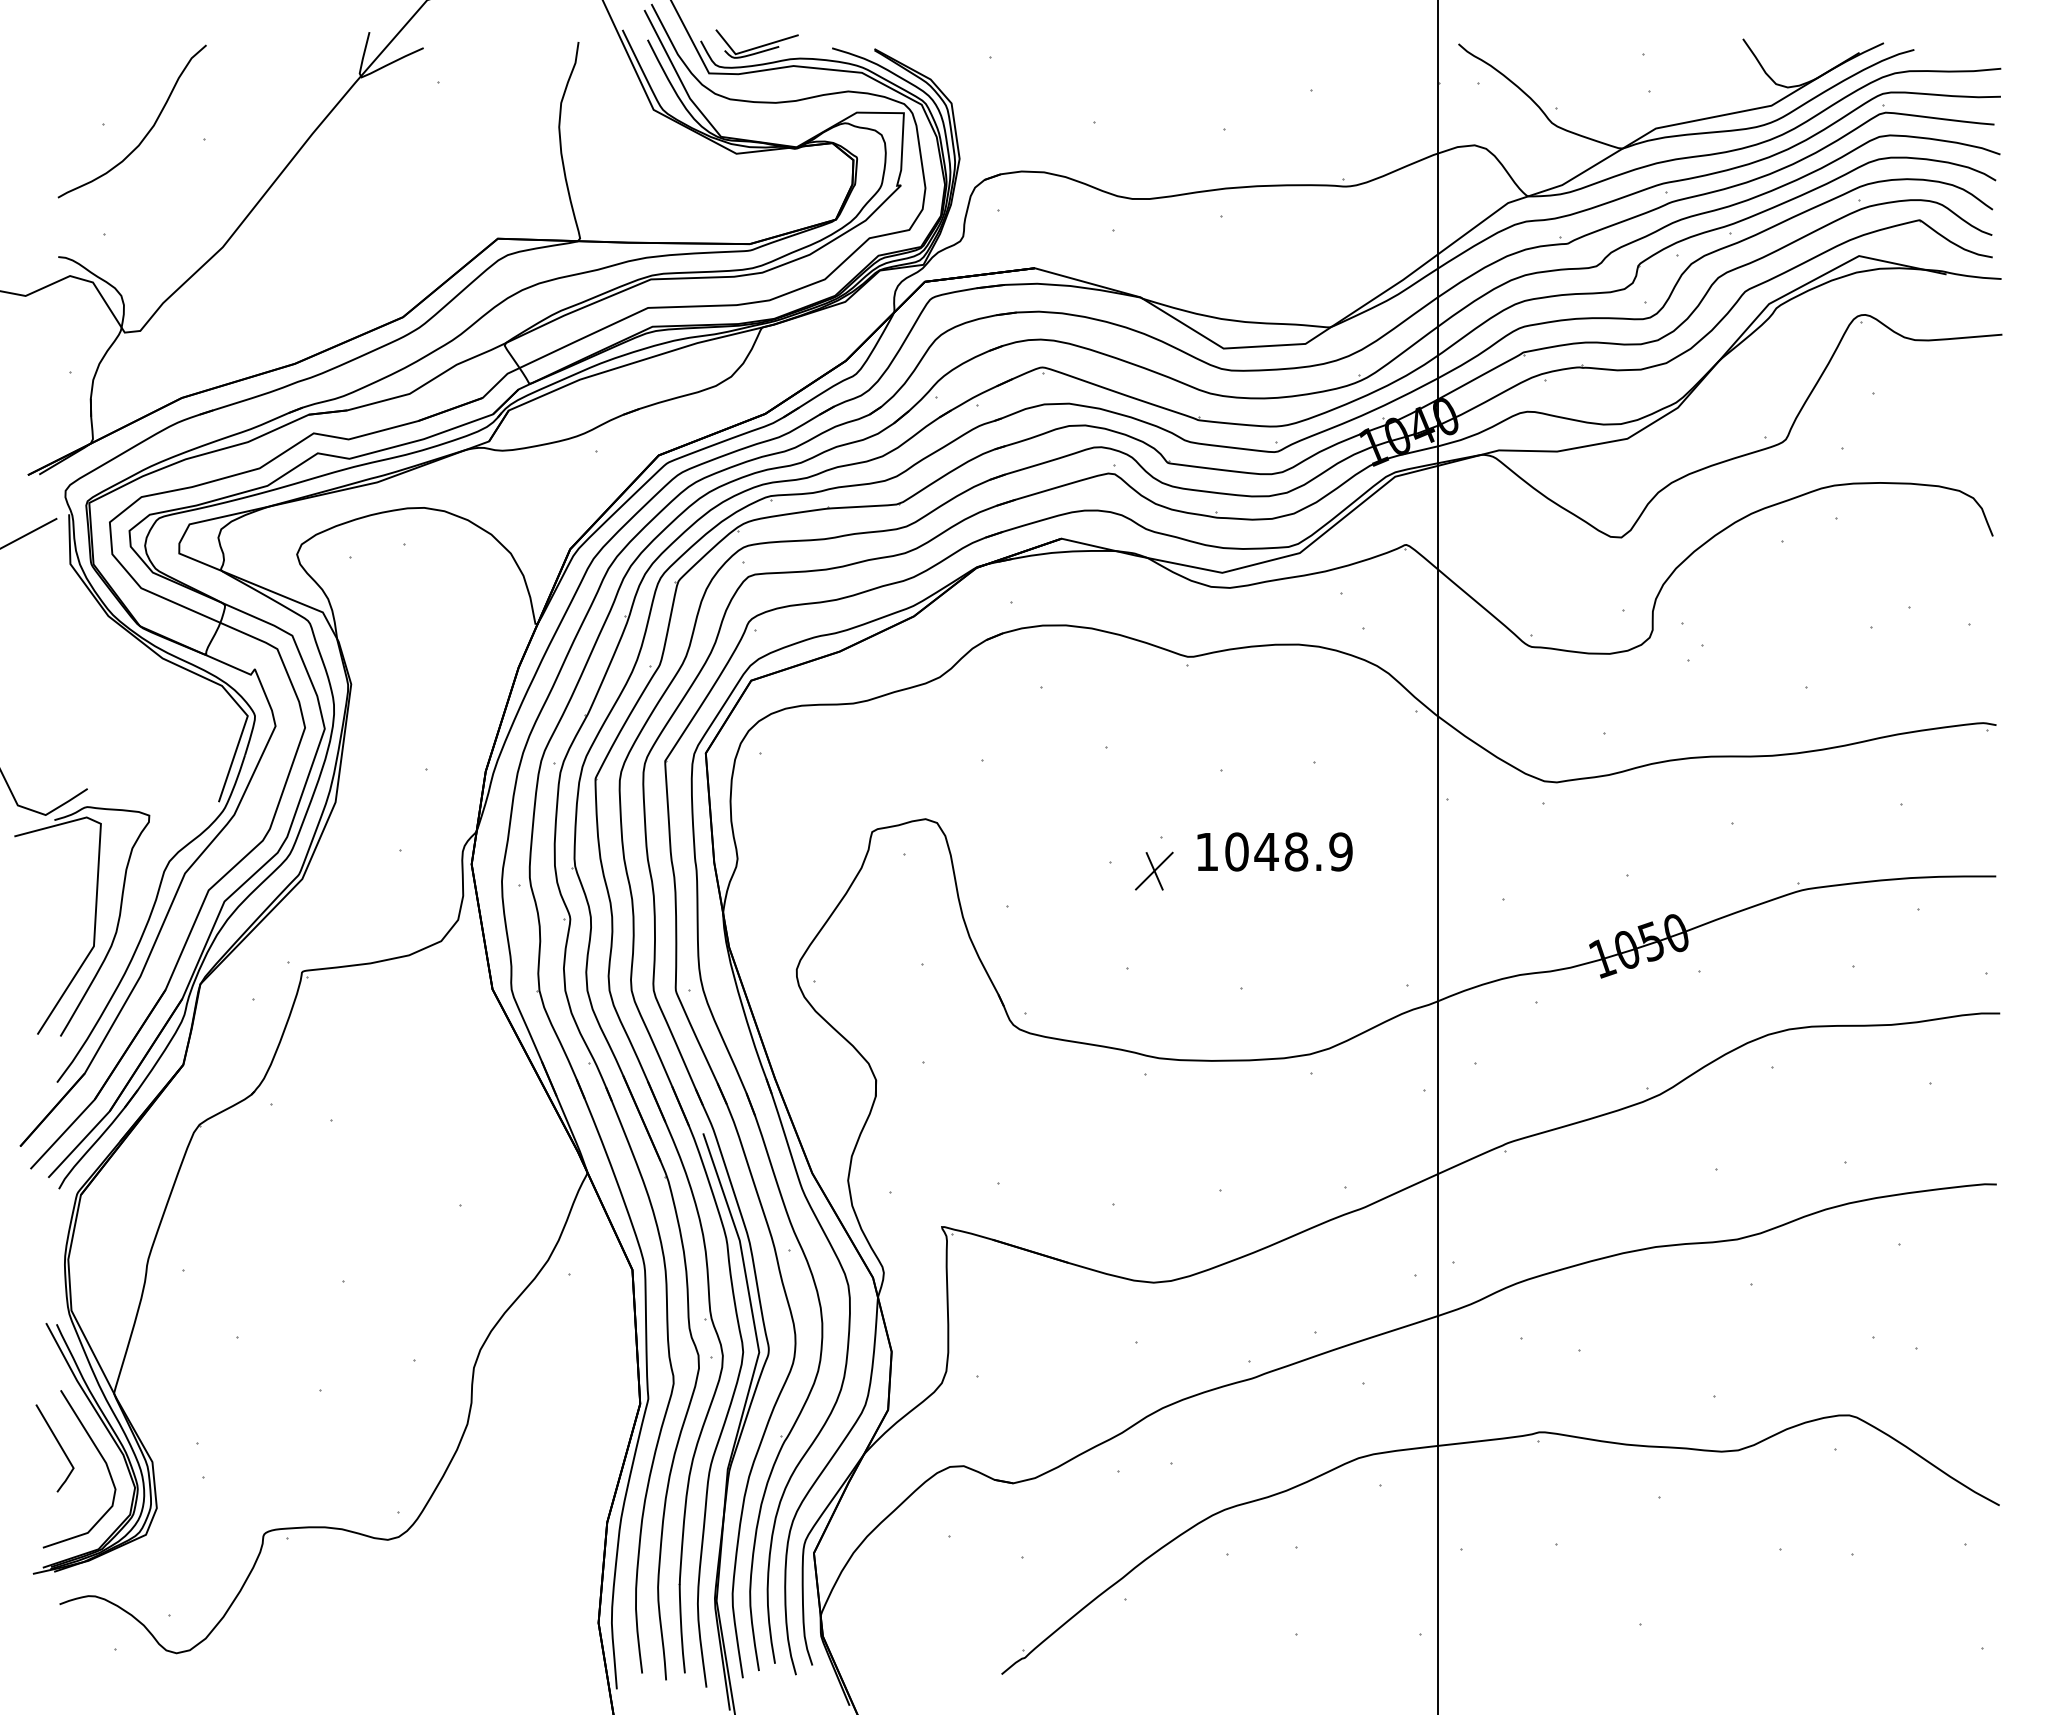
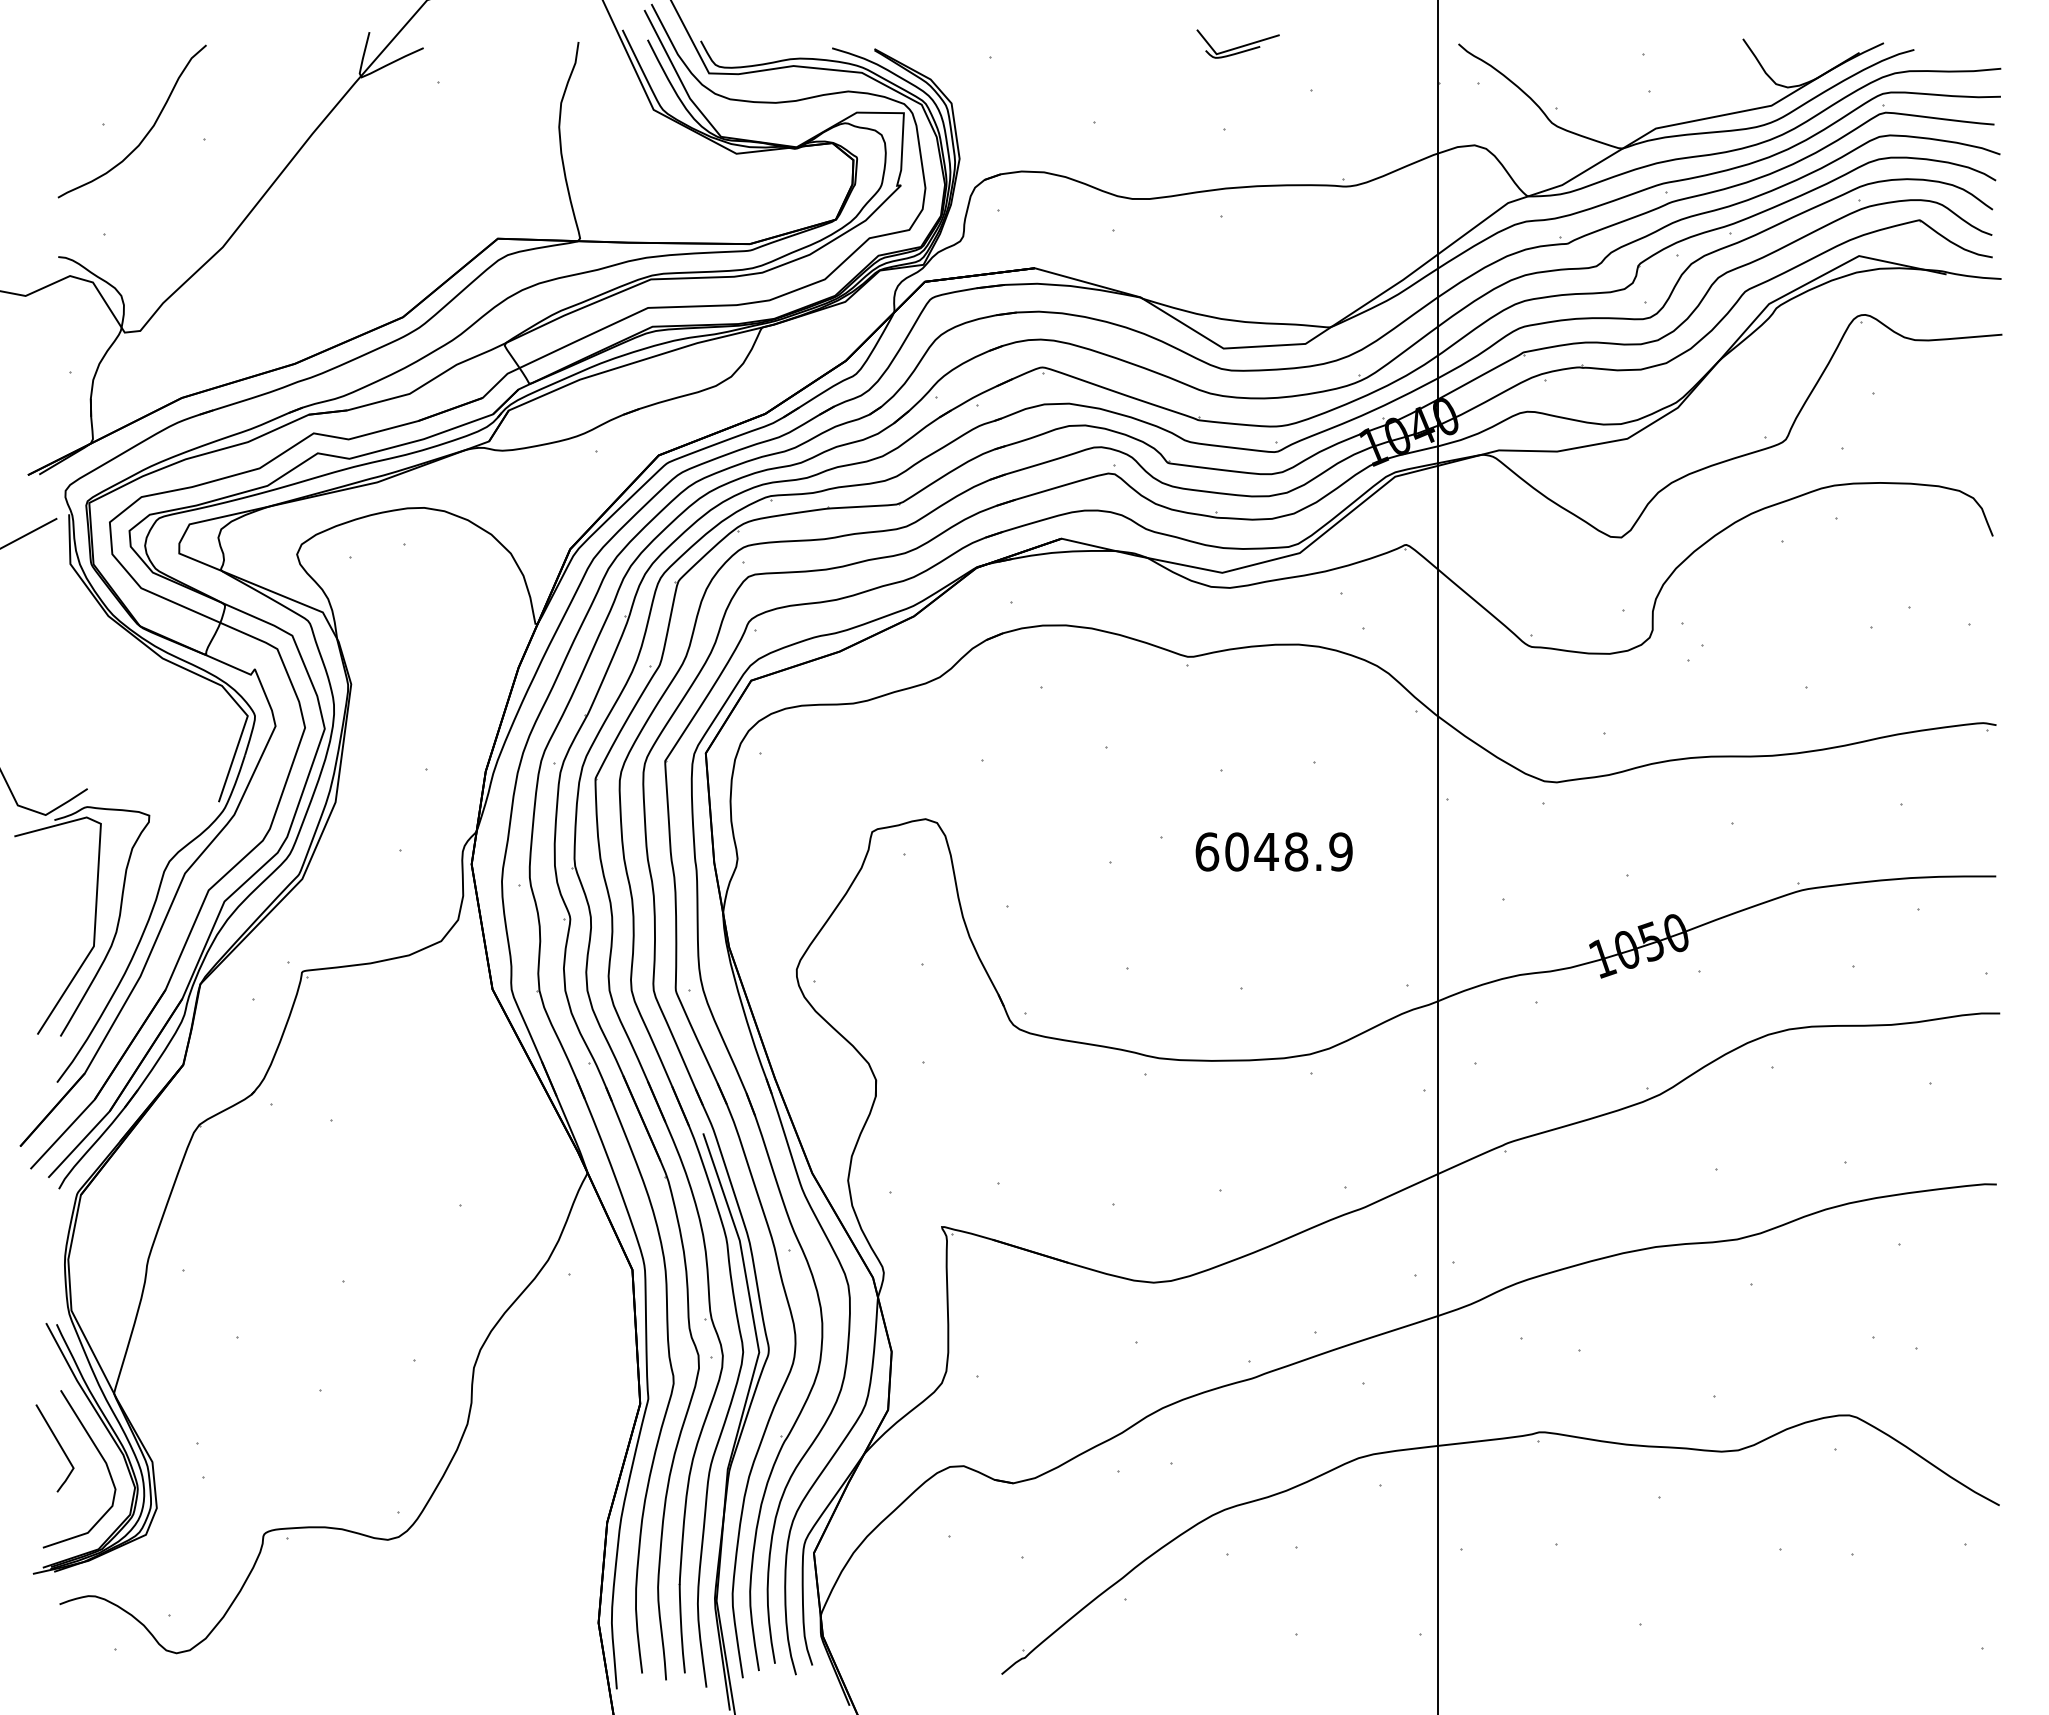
part at (756, 43) position: (756, 43) -> (1237, 43)
text at (1207, 851): 1048.9 -> 6048.9
part at (1154, 870): present -> none
